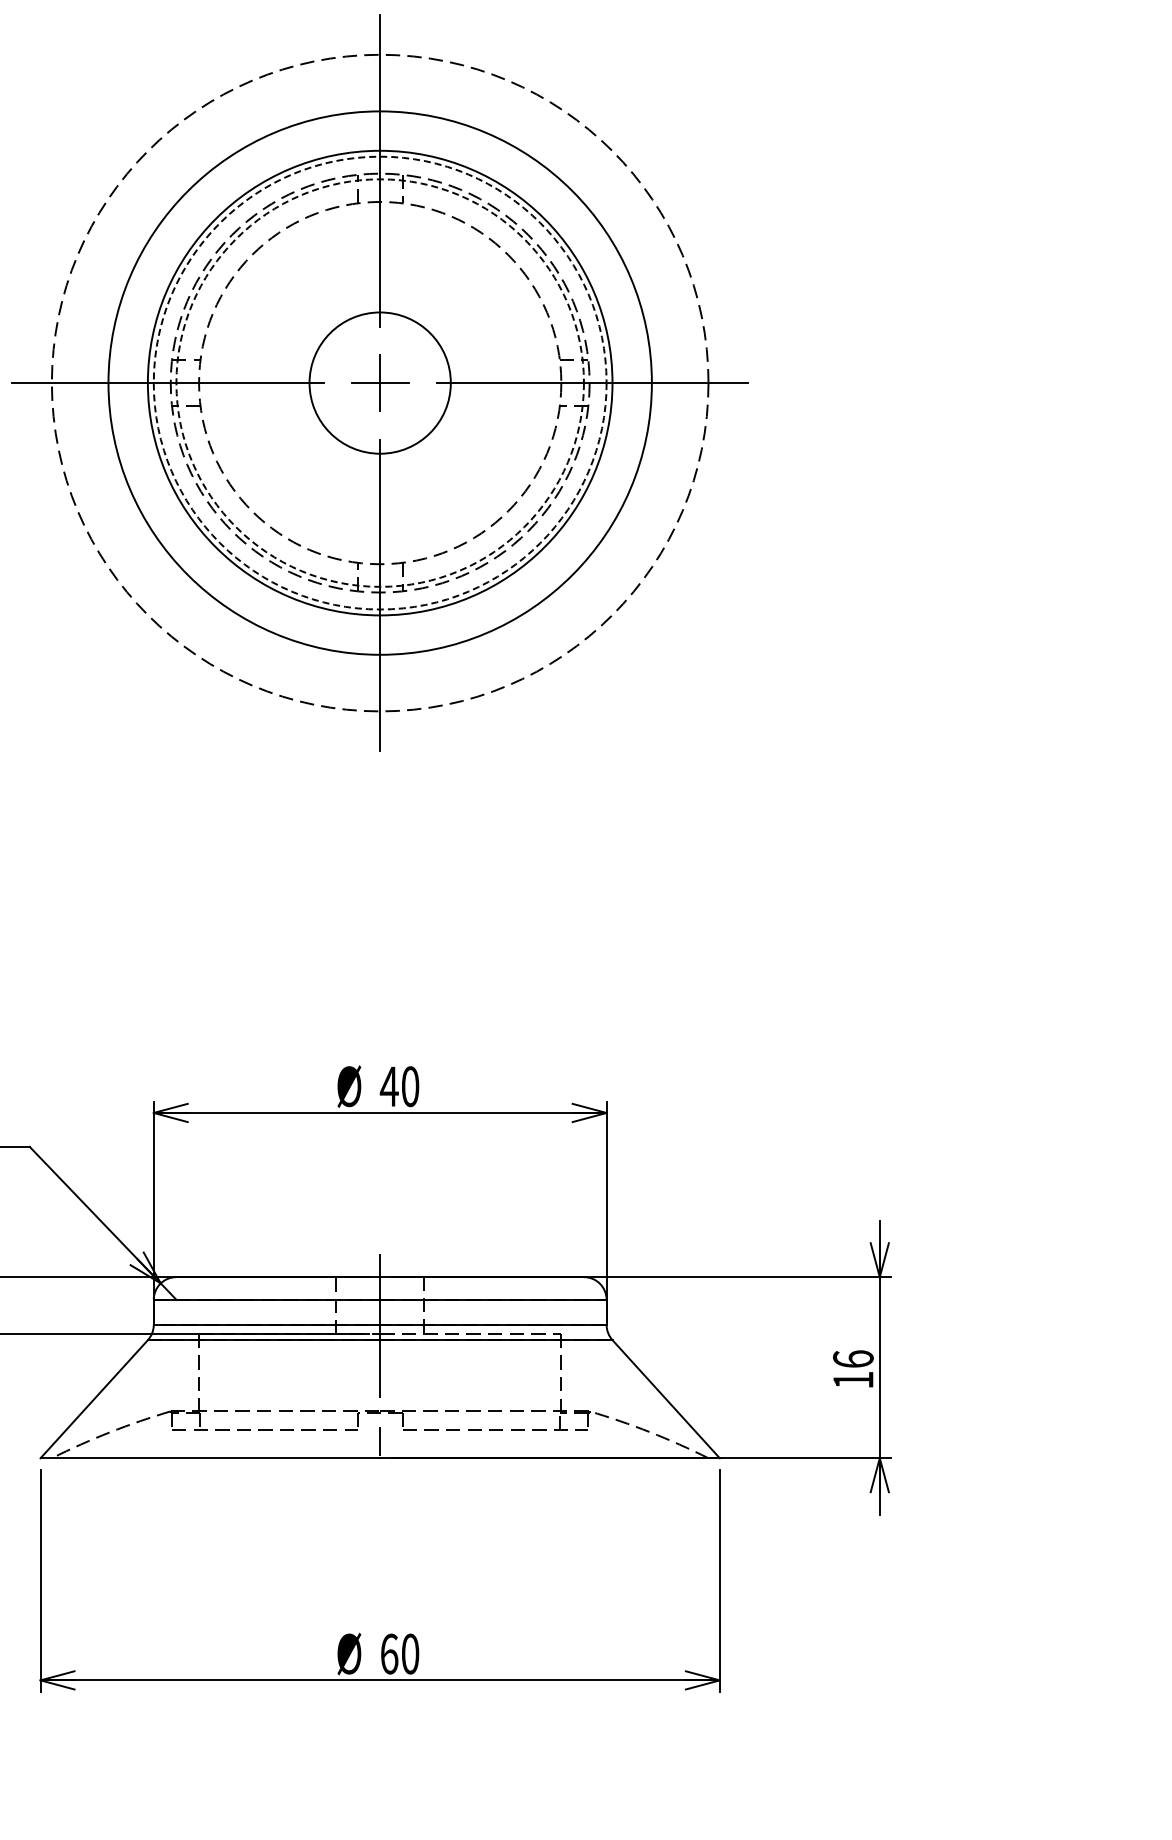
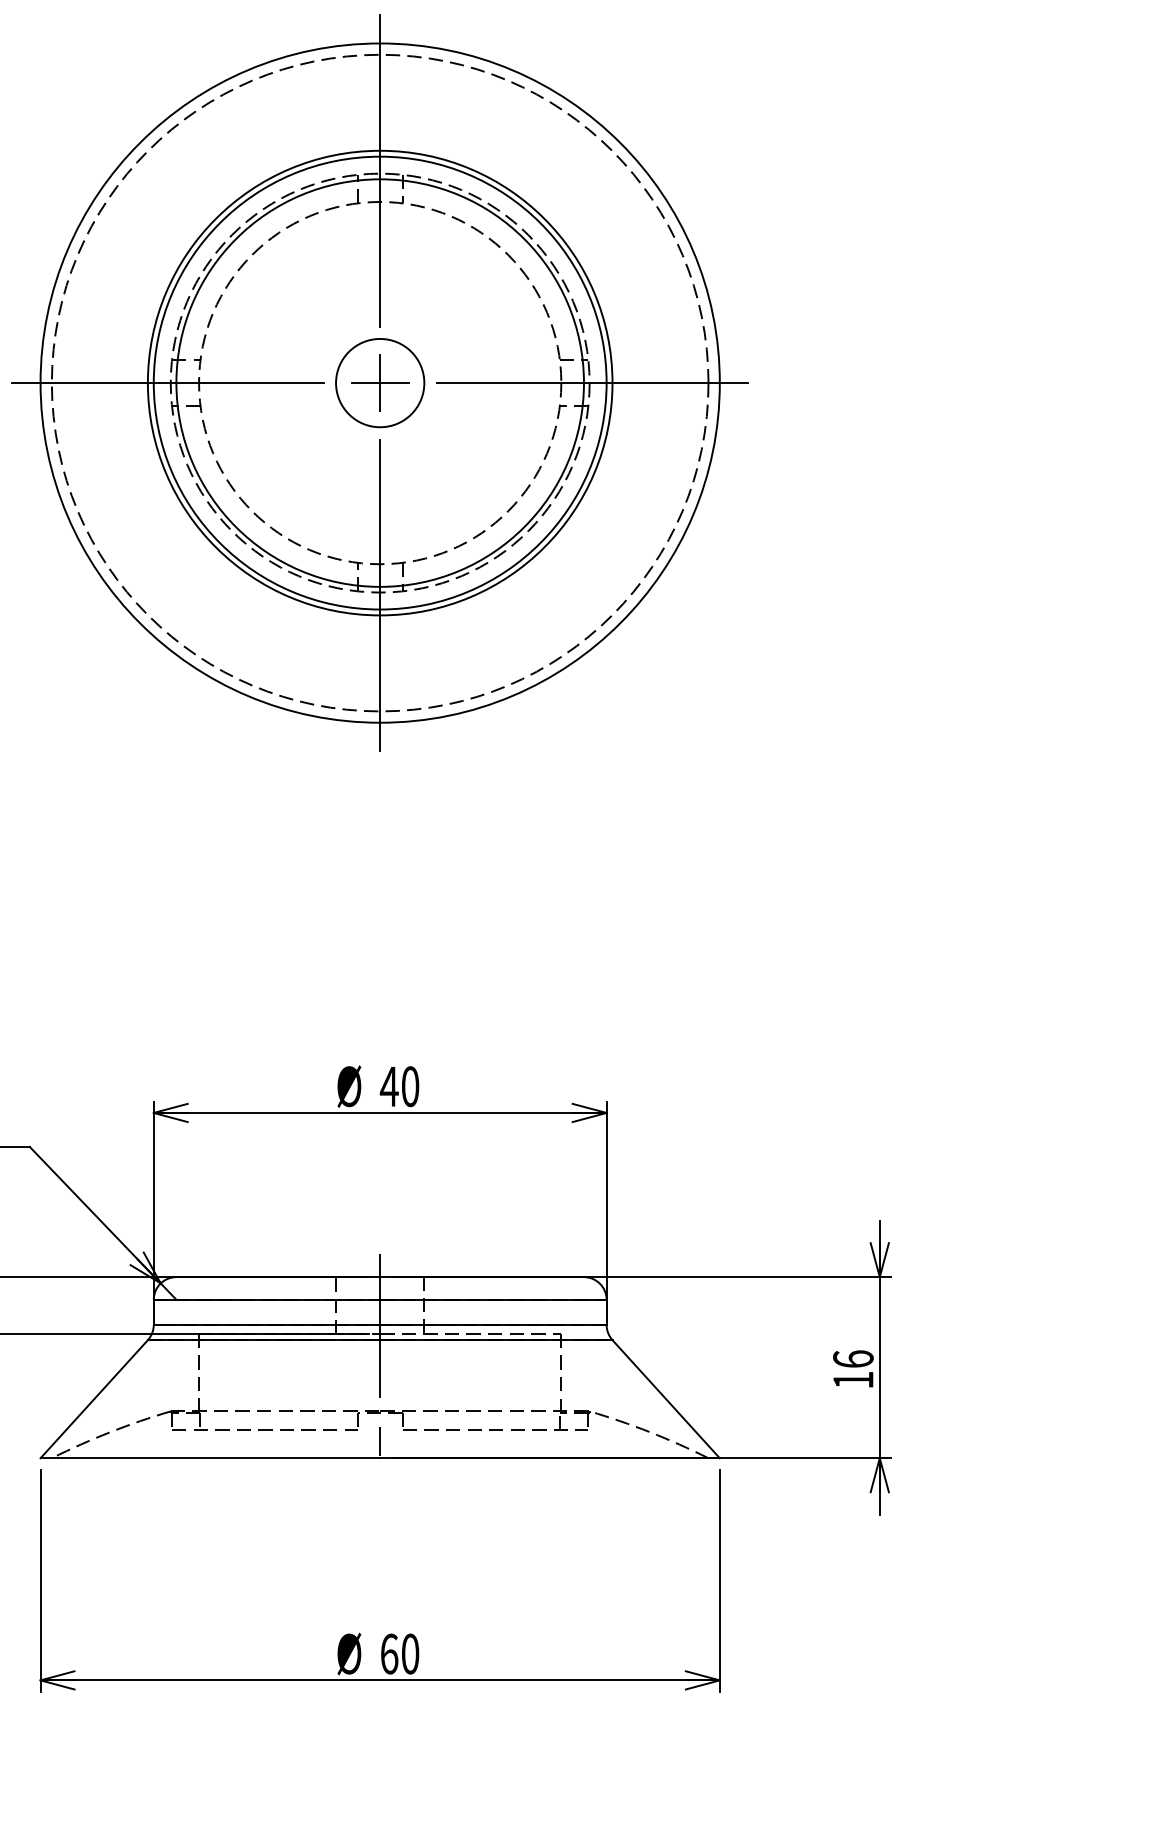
circle at (379, 382) diameter: 141 px -> 88 px
circle at (379, 382) diameter: 543 px -> 679 px
circle at (379, 382): dashed -> solid
circle at (379, 382): dashed -> solid
